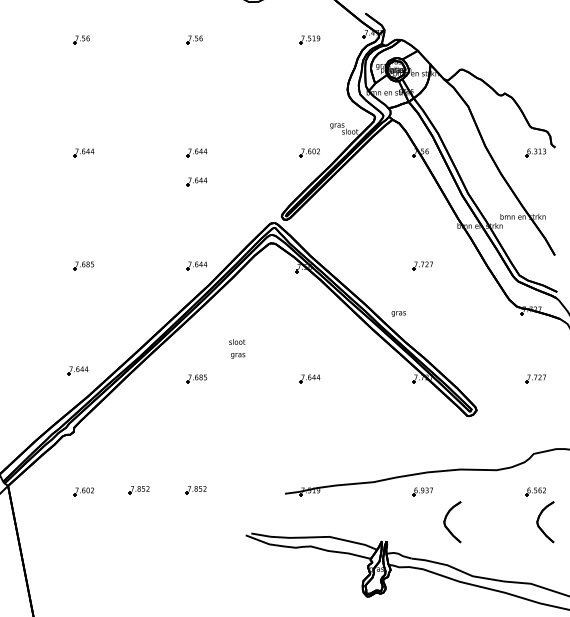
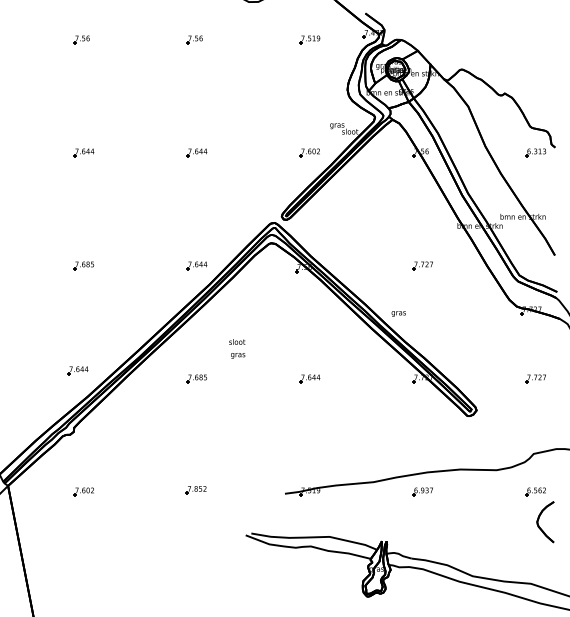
part at (196, 181): present -> none
part at (138, 490): present -> none
part at (446, 519): present -> none
